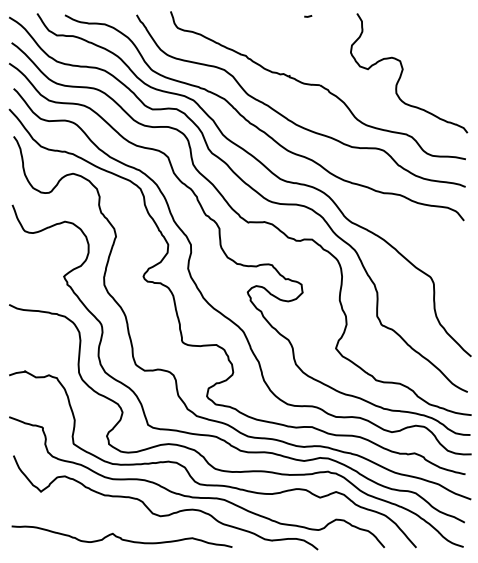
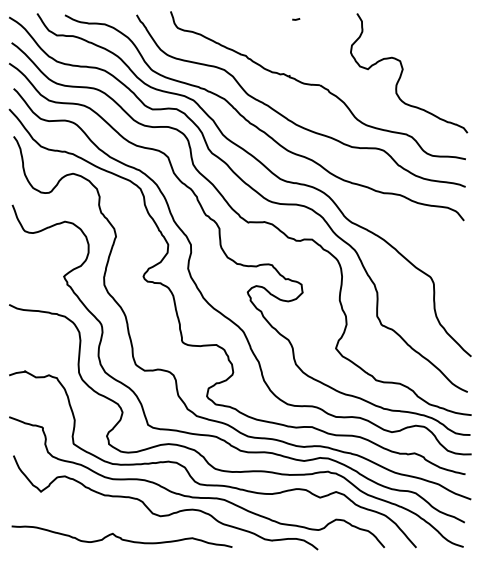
line at (308, 16) position: (308, 16) -> (296, 19)
